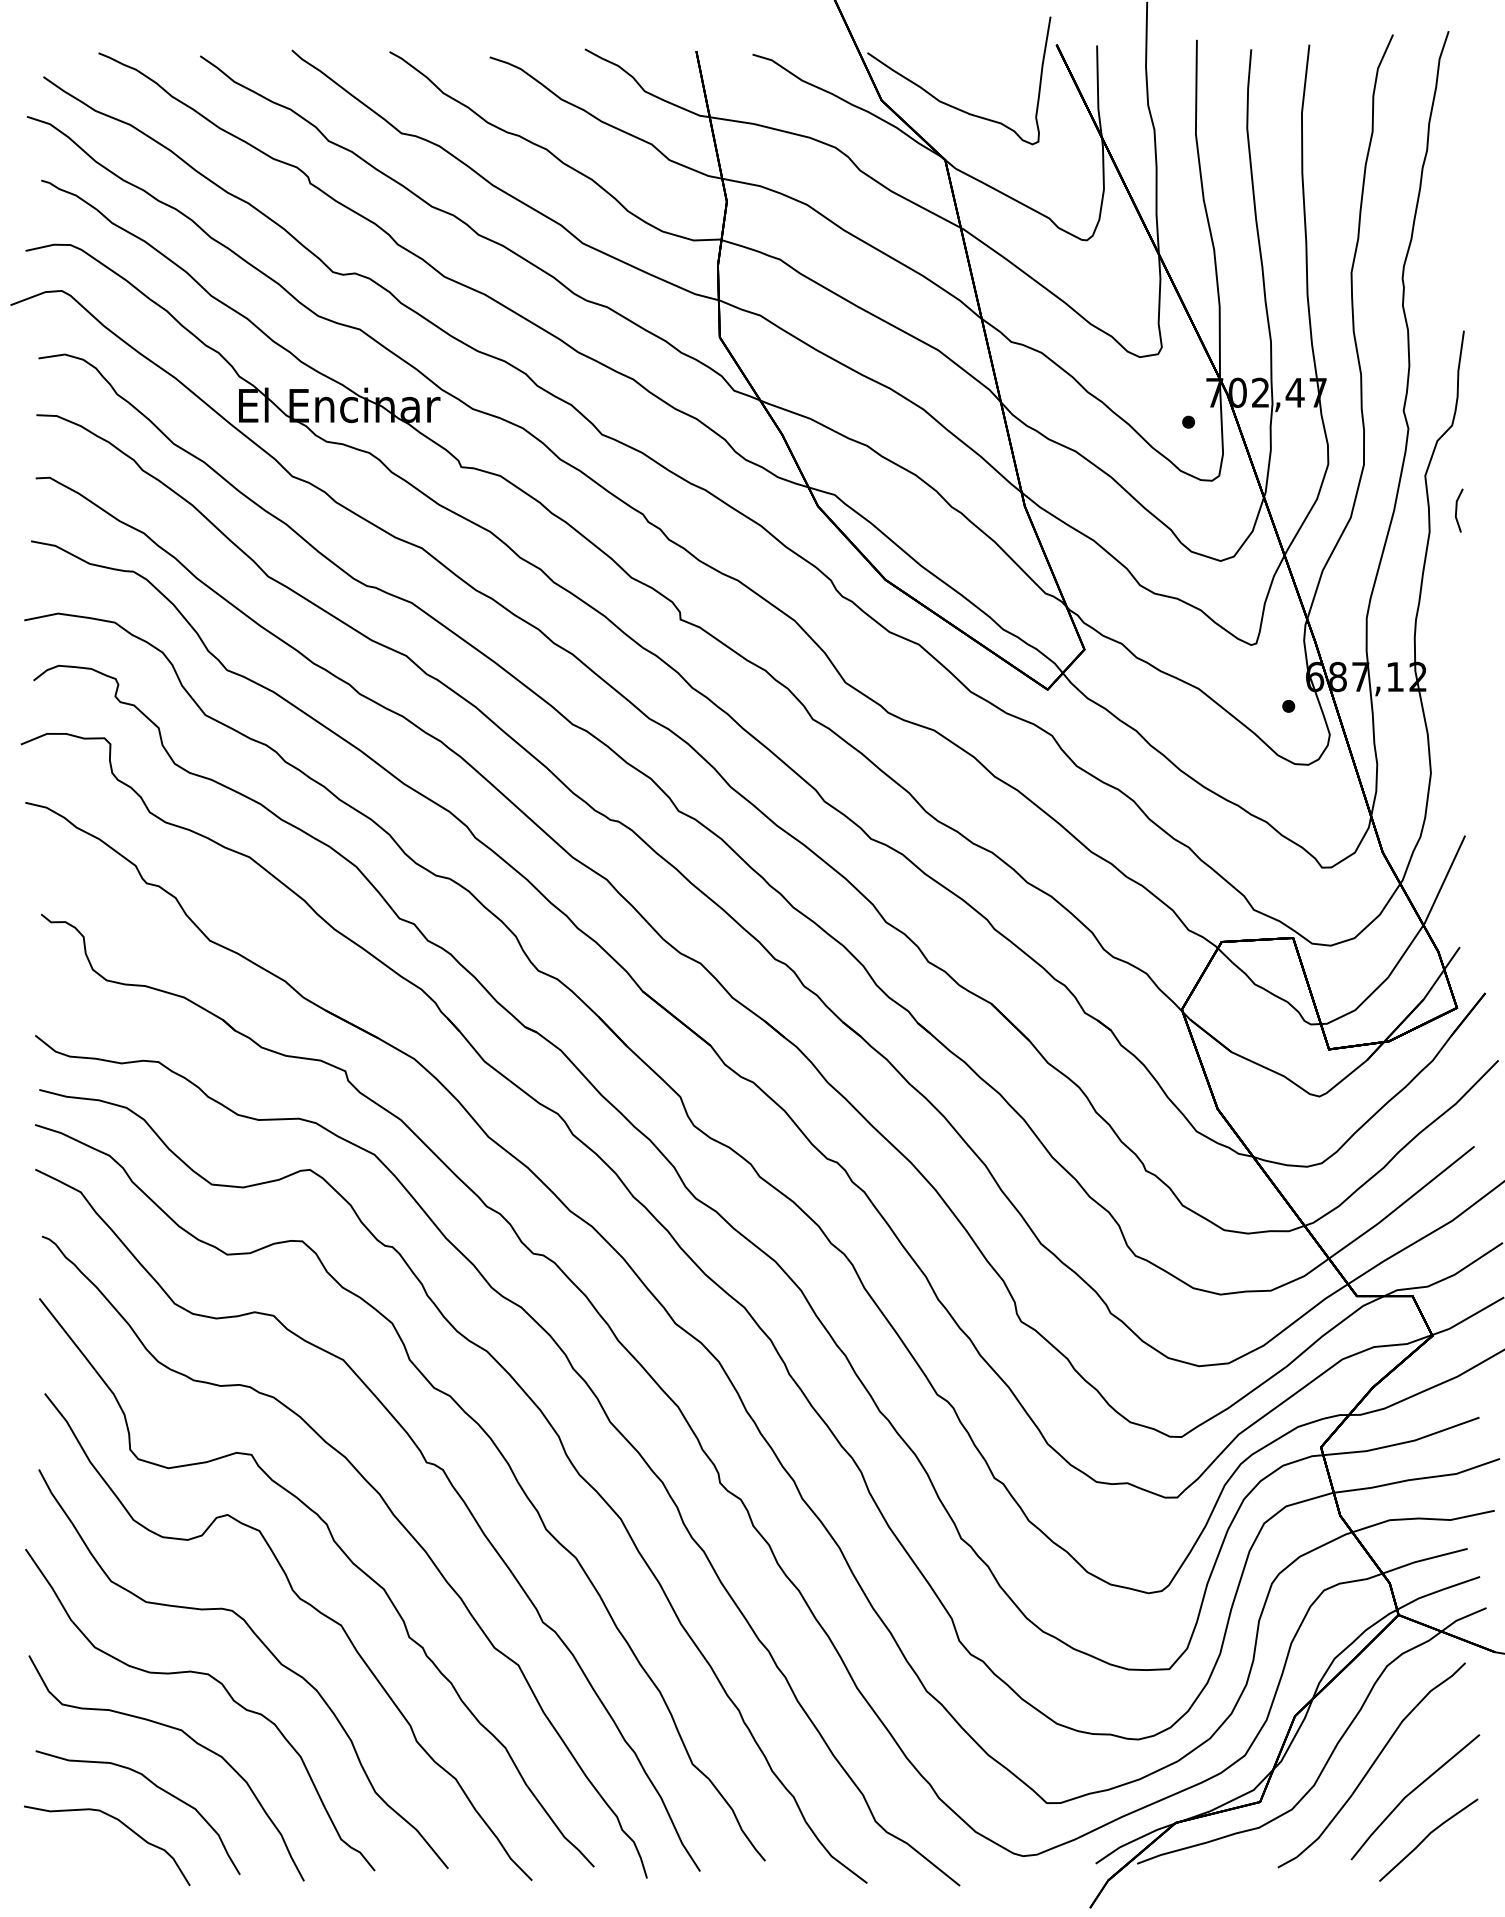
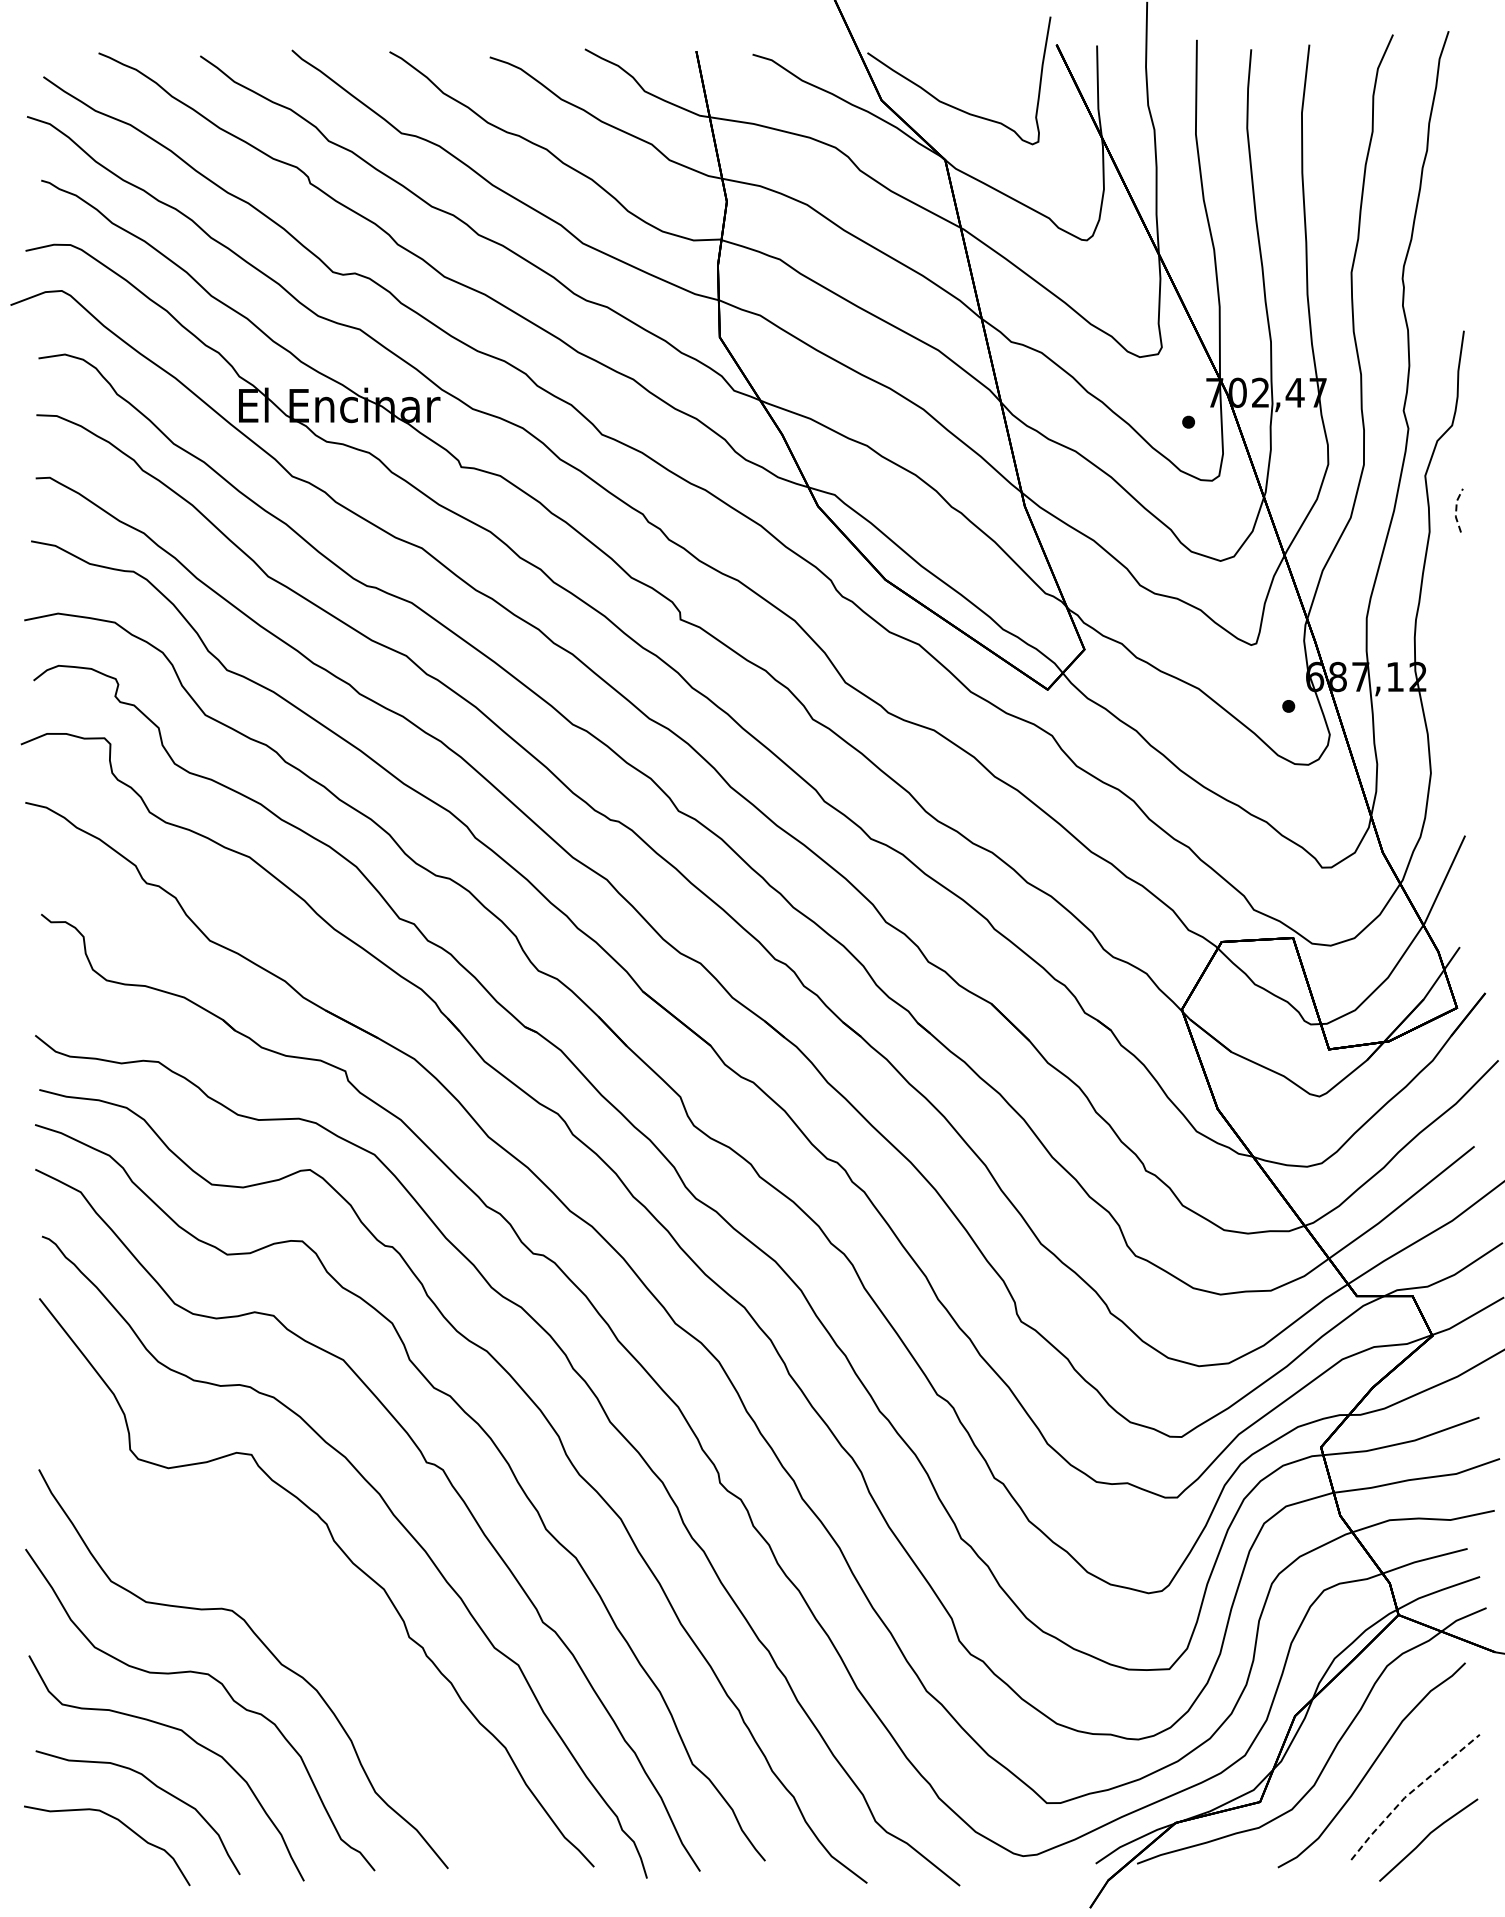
line at (1456, 510): solid -> dashed
curve at (310, 1606): present -> none
line at (1410, 1793): solid -> dashed
